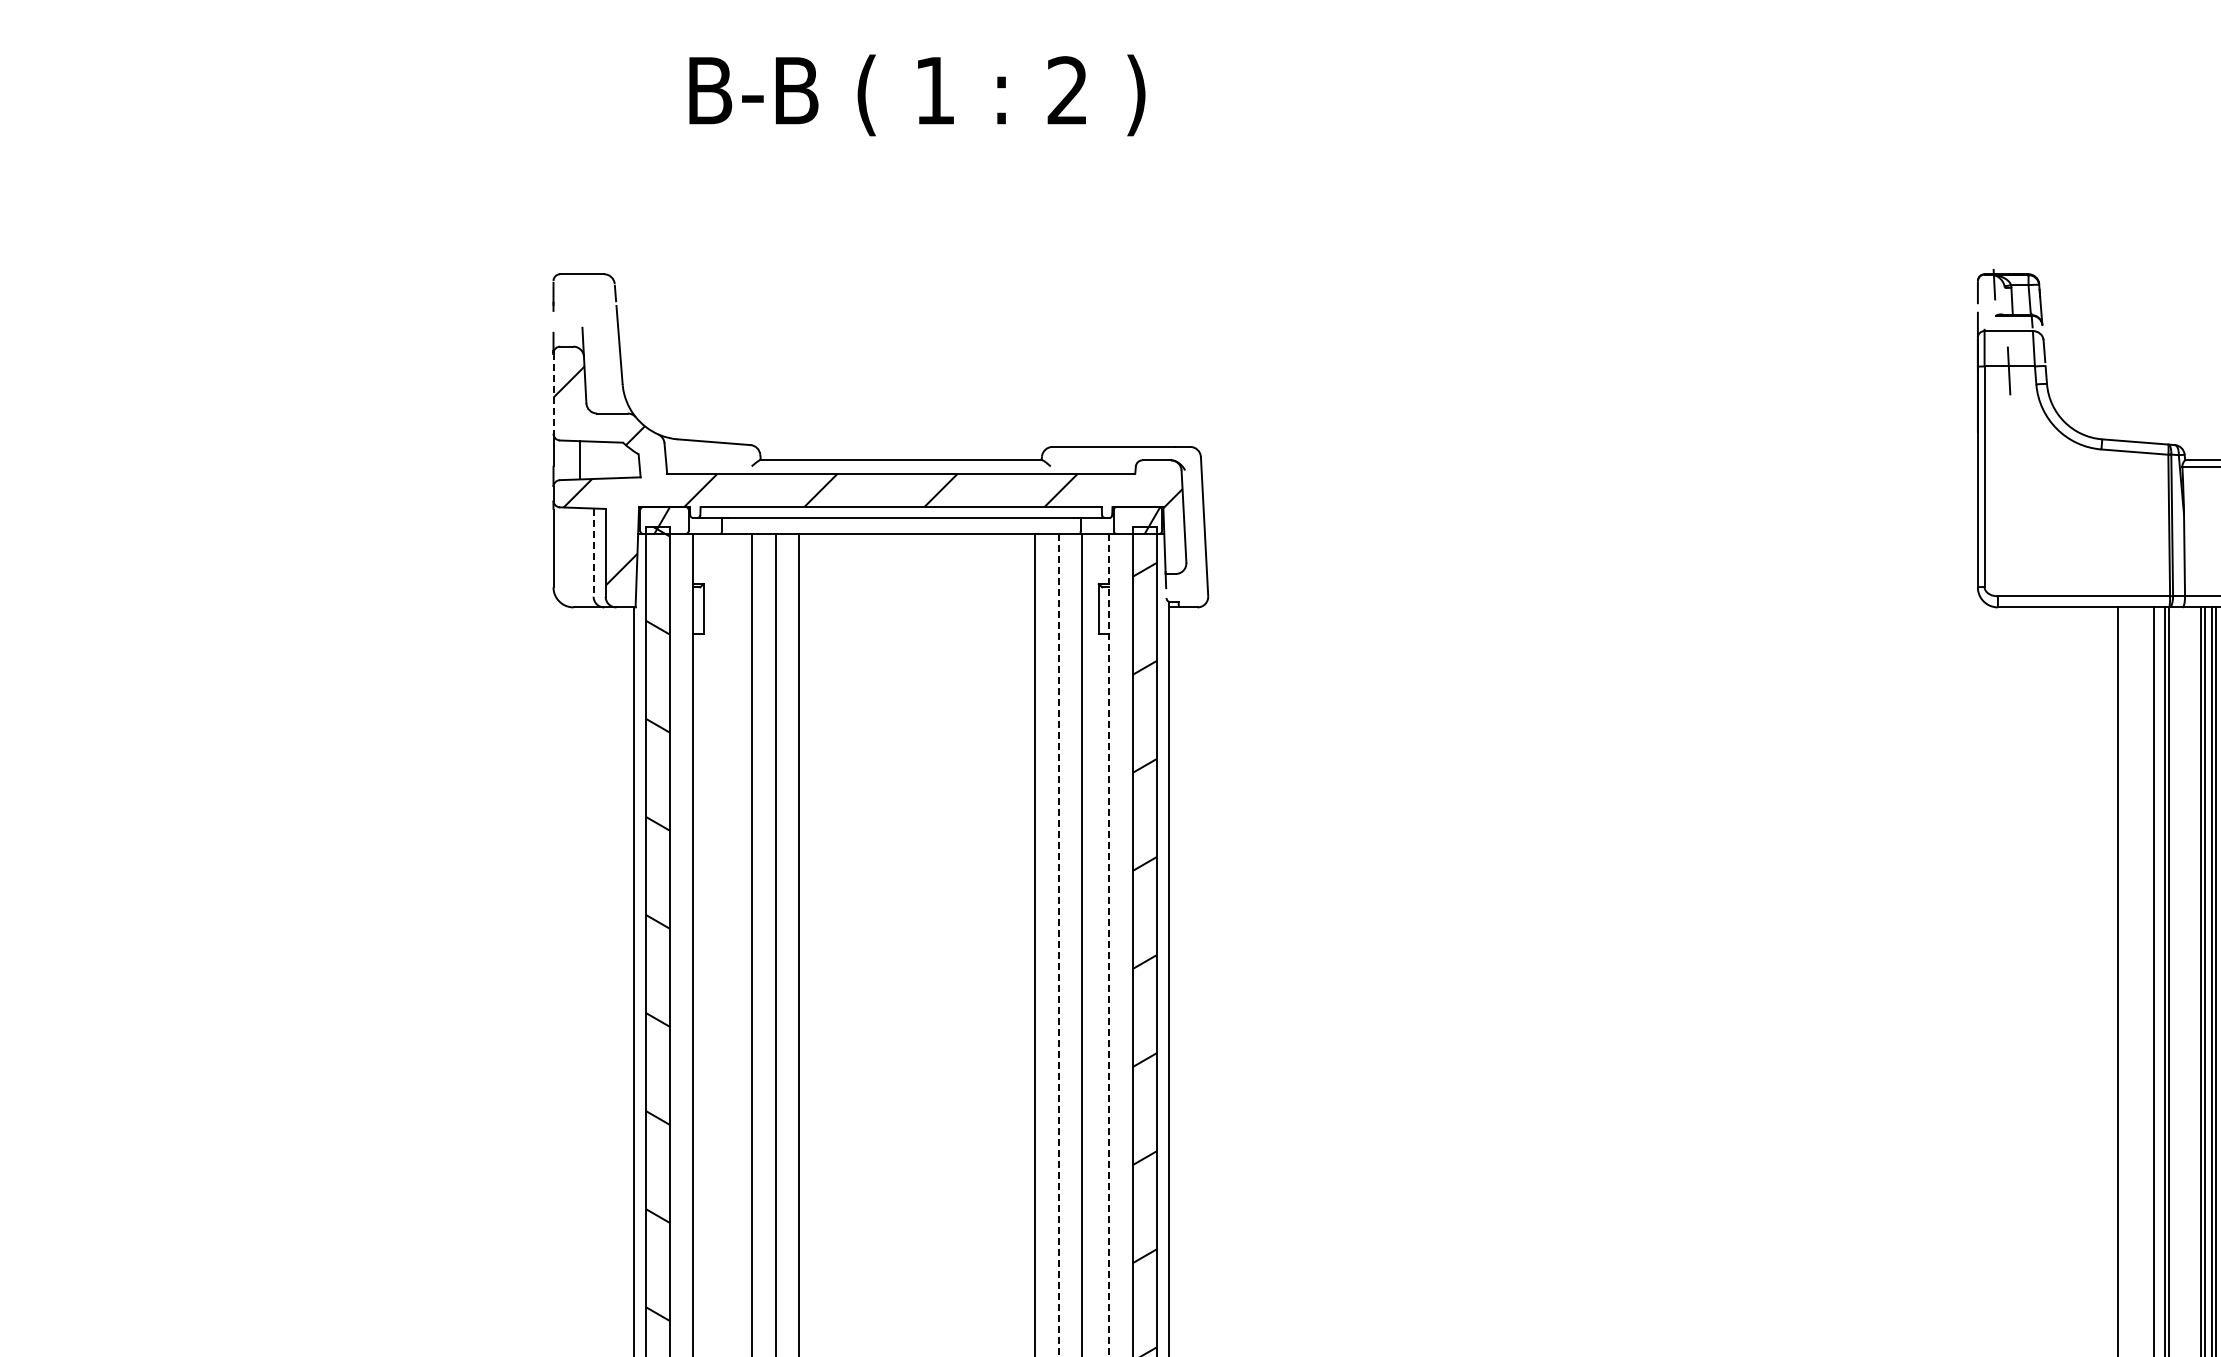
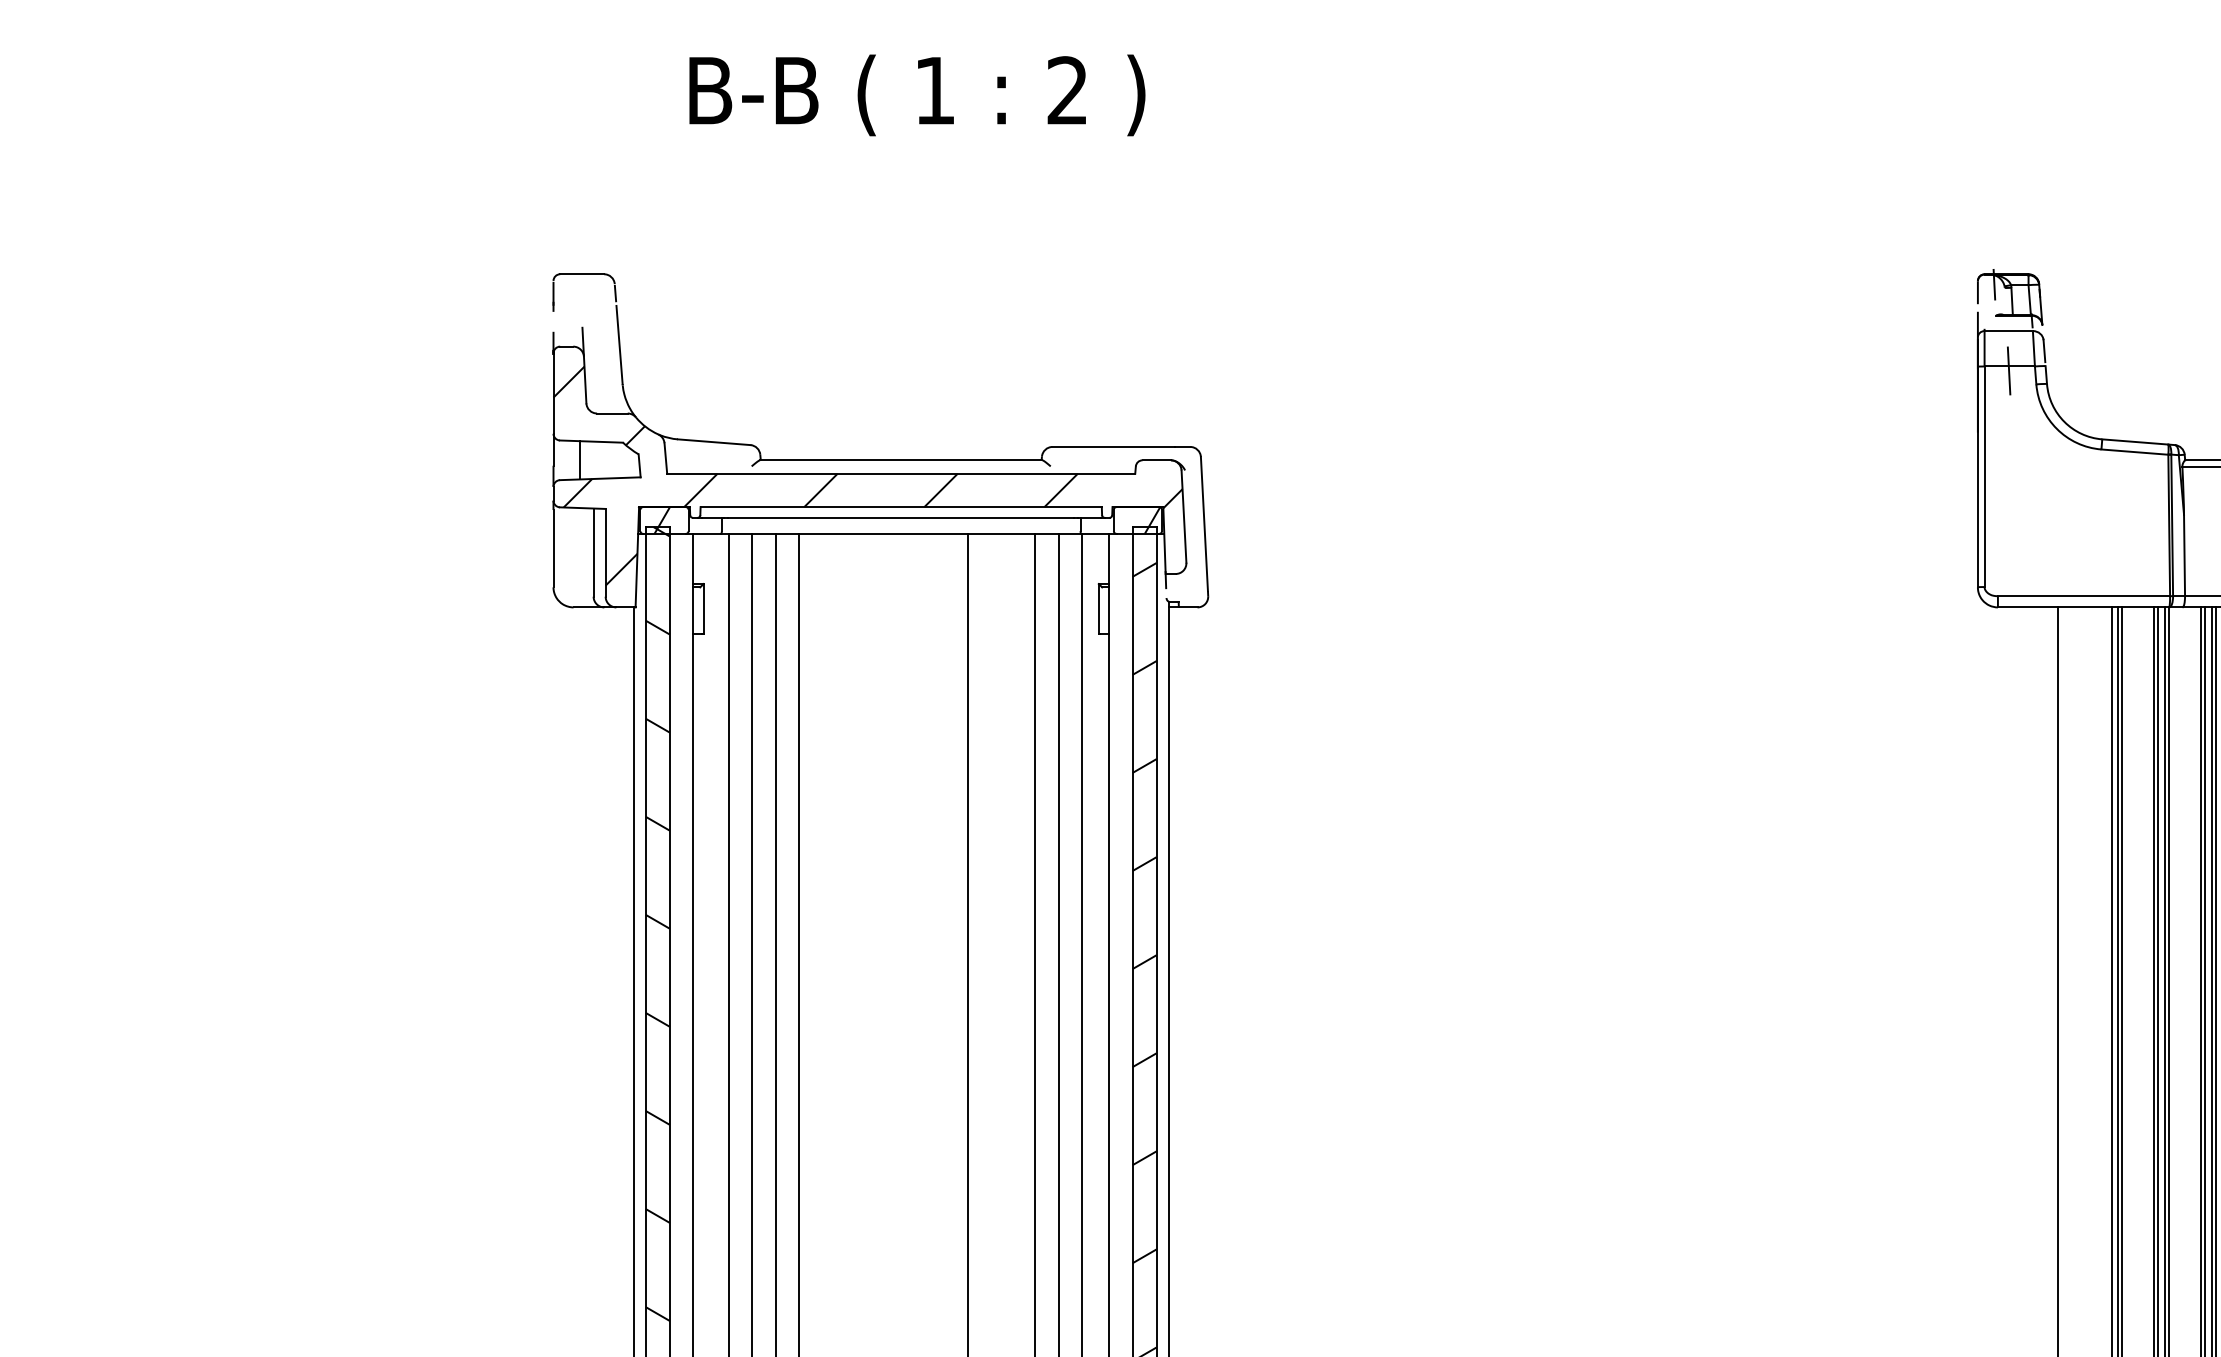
line at (553, 394): dashed -> solid
line at (593, 553): dashed -> solid
line at (729, 943): none -> present
line at (968, 943): none -> present
line at (1059, 945): dashed -> solid
line at (1109, 945): dashed -> solid
line at (2058, 980): none -> present
line at (2111, 980): none -> present
line at (2122, 980): none -> present
line at (2158, 980): none -> present
